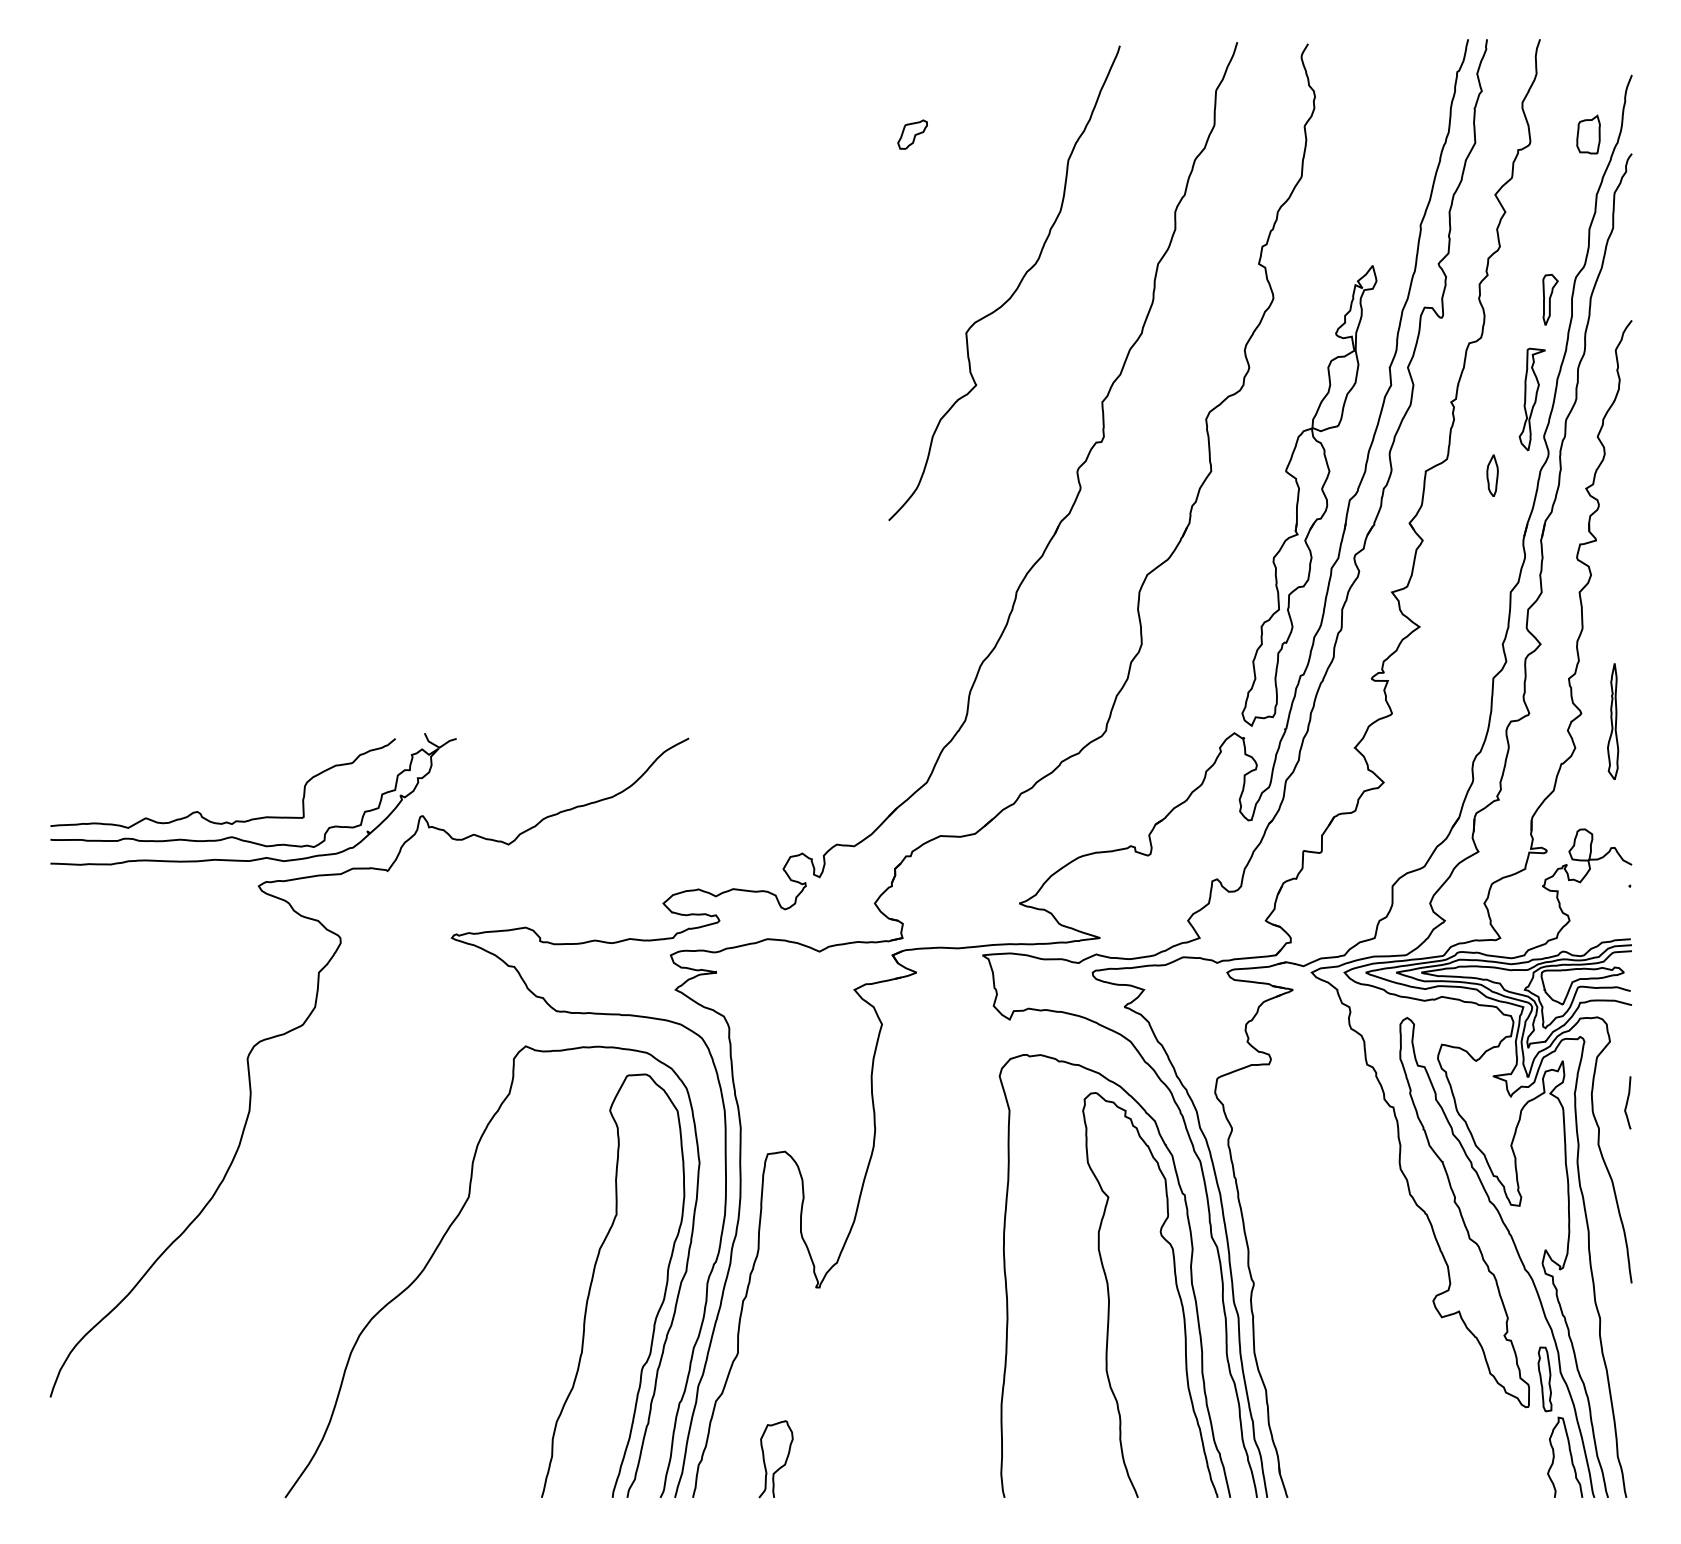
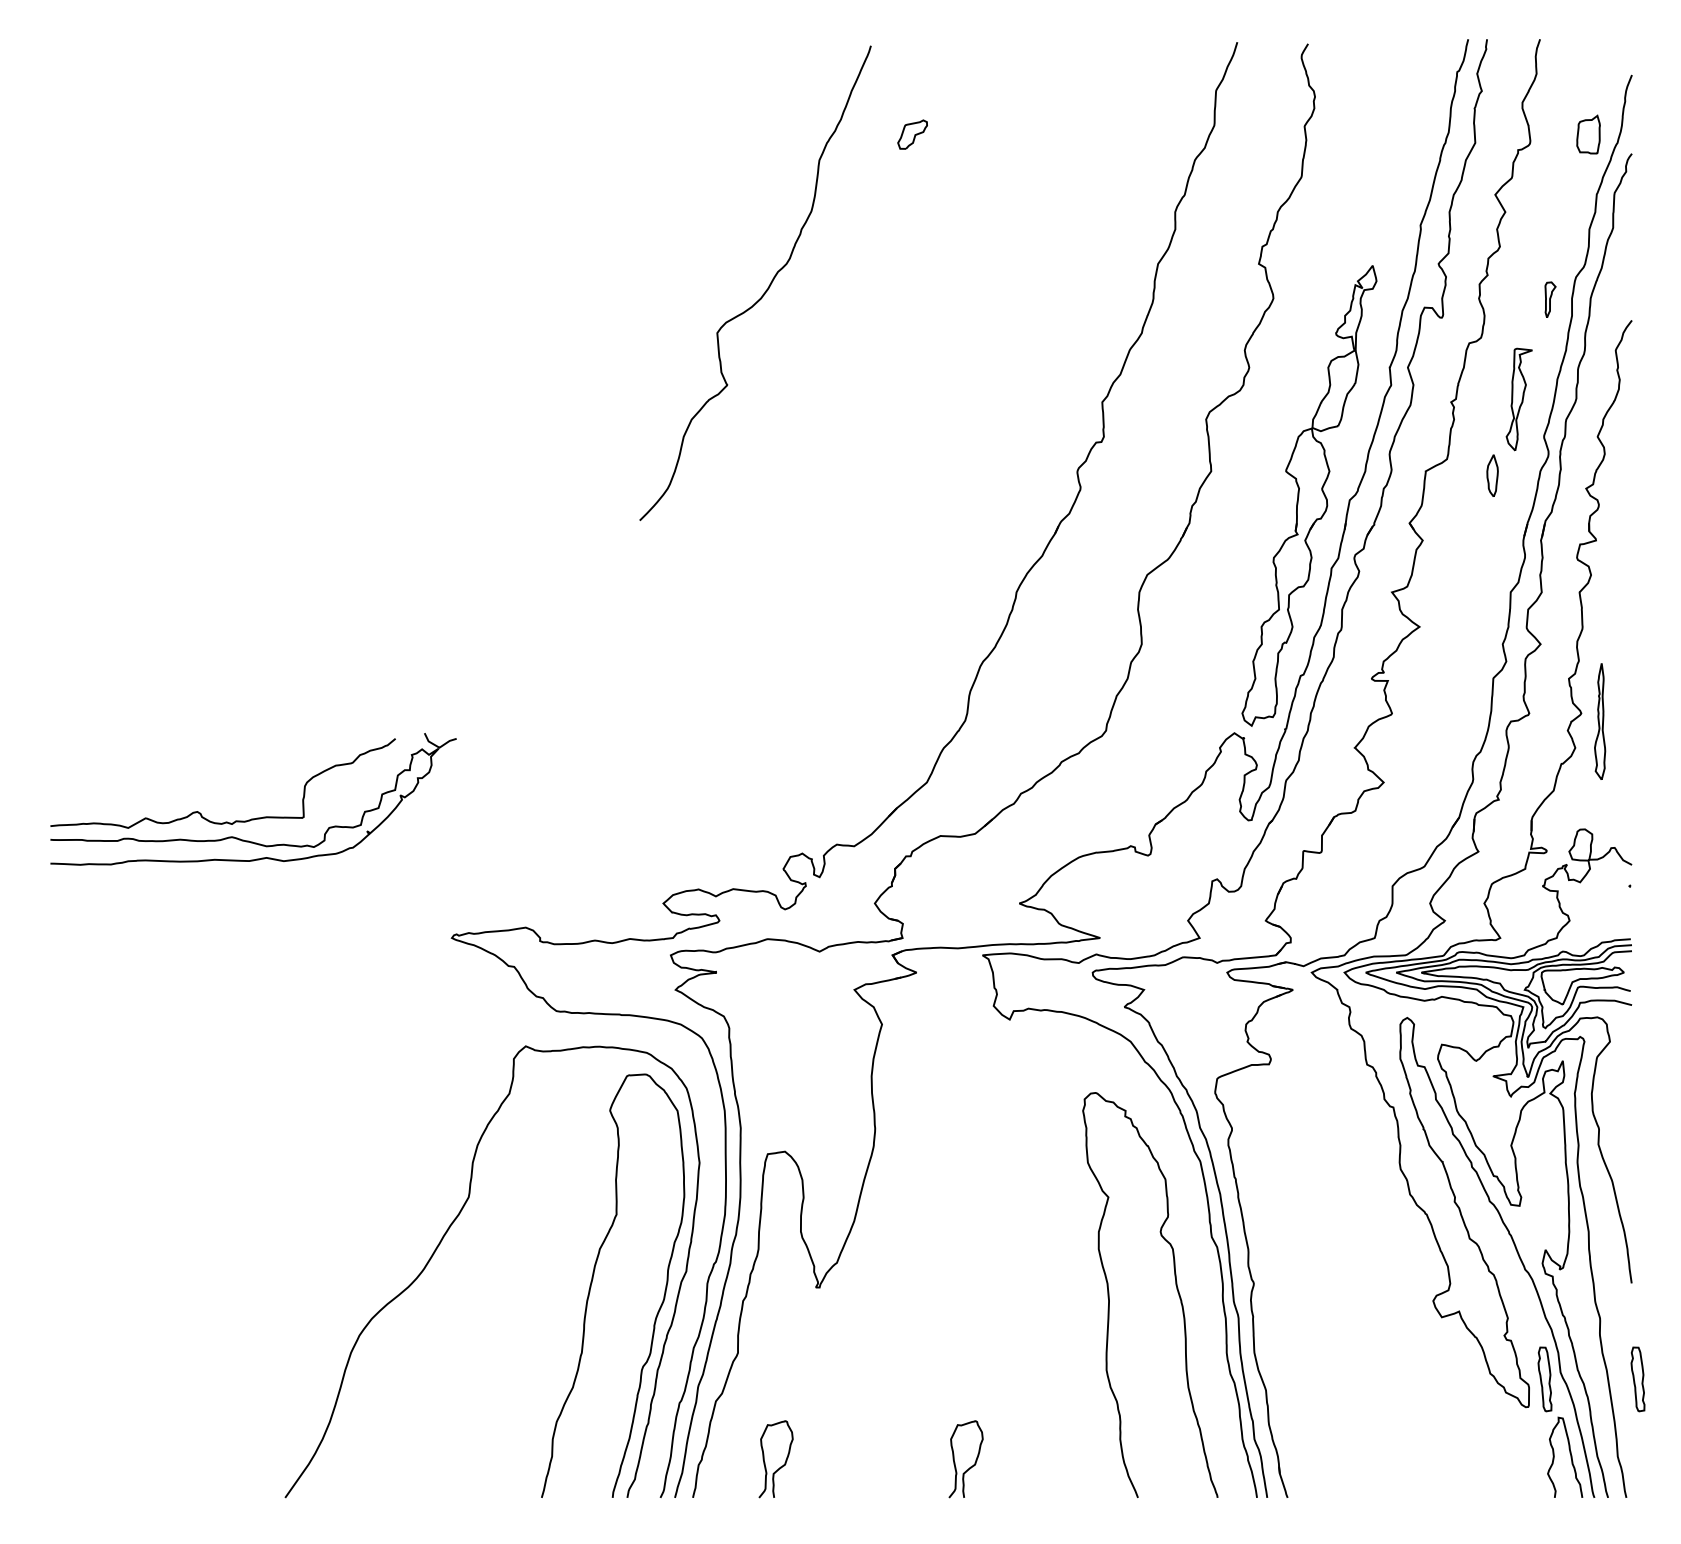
curve at (1014, 290) position: (1014, 290) -> (765, 290)
part at (1550, 299) size: 17x52 px -> 13x37 px
part at (1531, 399) position: (1531, 399) -> (1518, 399)
part at (1613, 721) position: (1613, 721) -> (1600, 721)
curve at (305, 1023): present -> none
curve at (1627, 1102): present -> none
curve at (1190, 1275): present -> none
part at (1637, 1379): none -> present
curve at (970, 1466): none -> present
